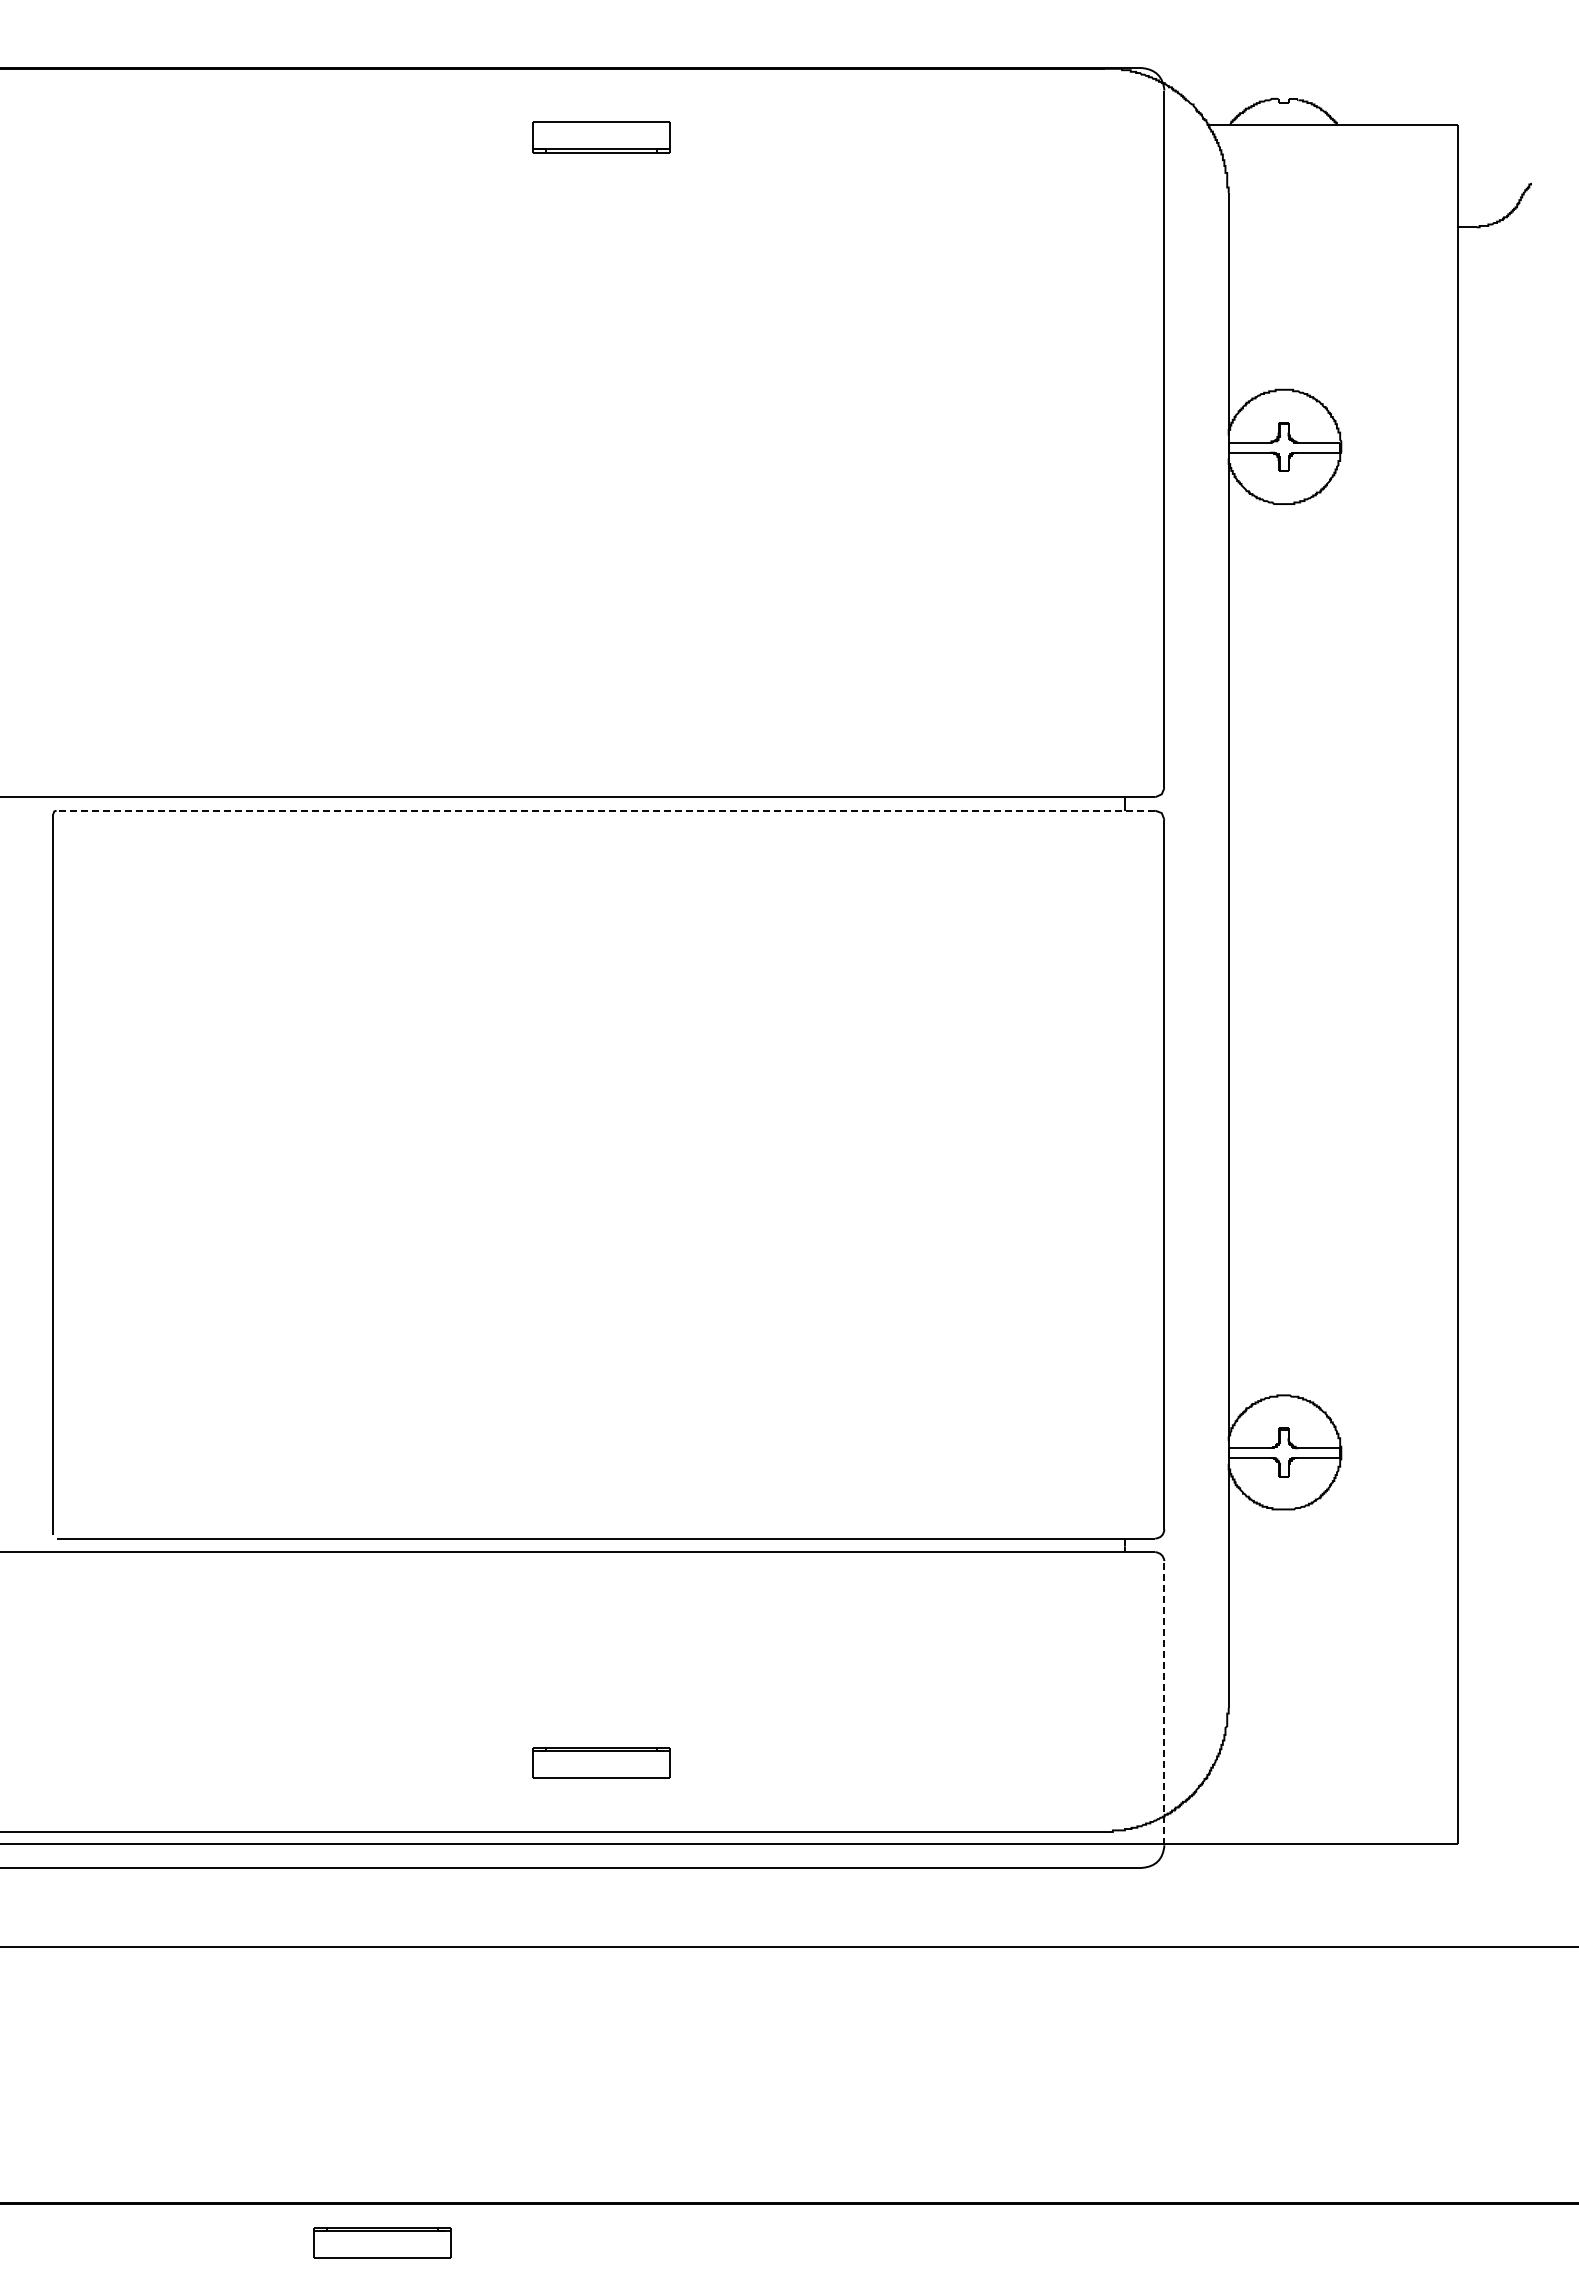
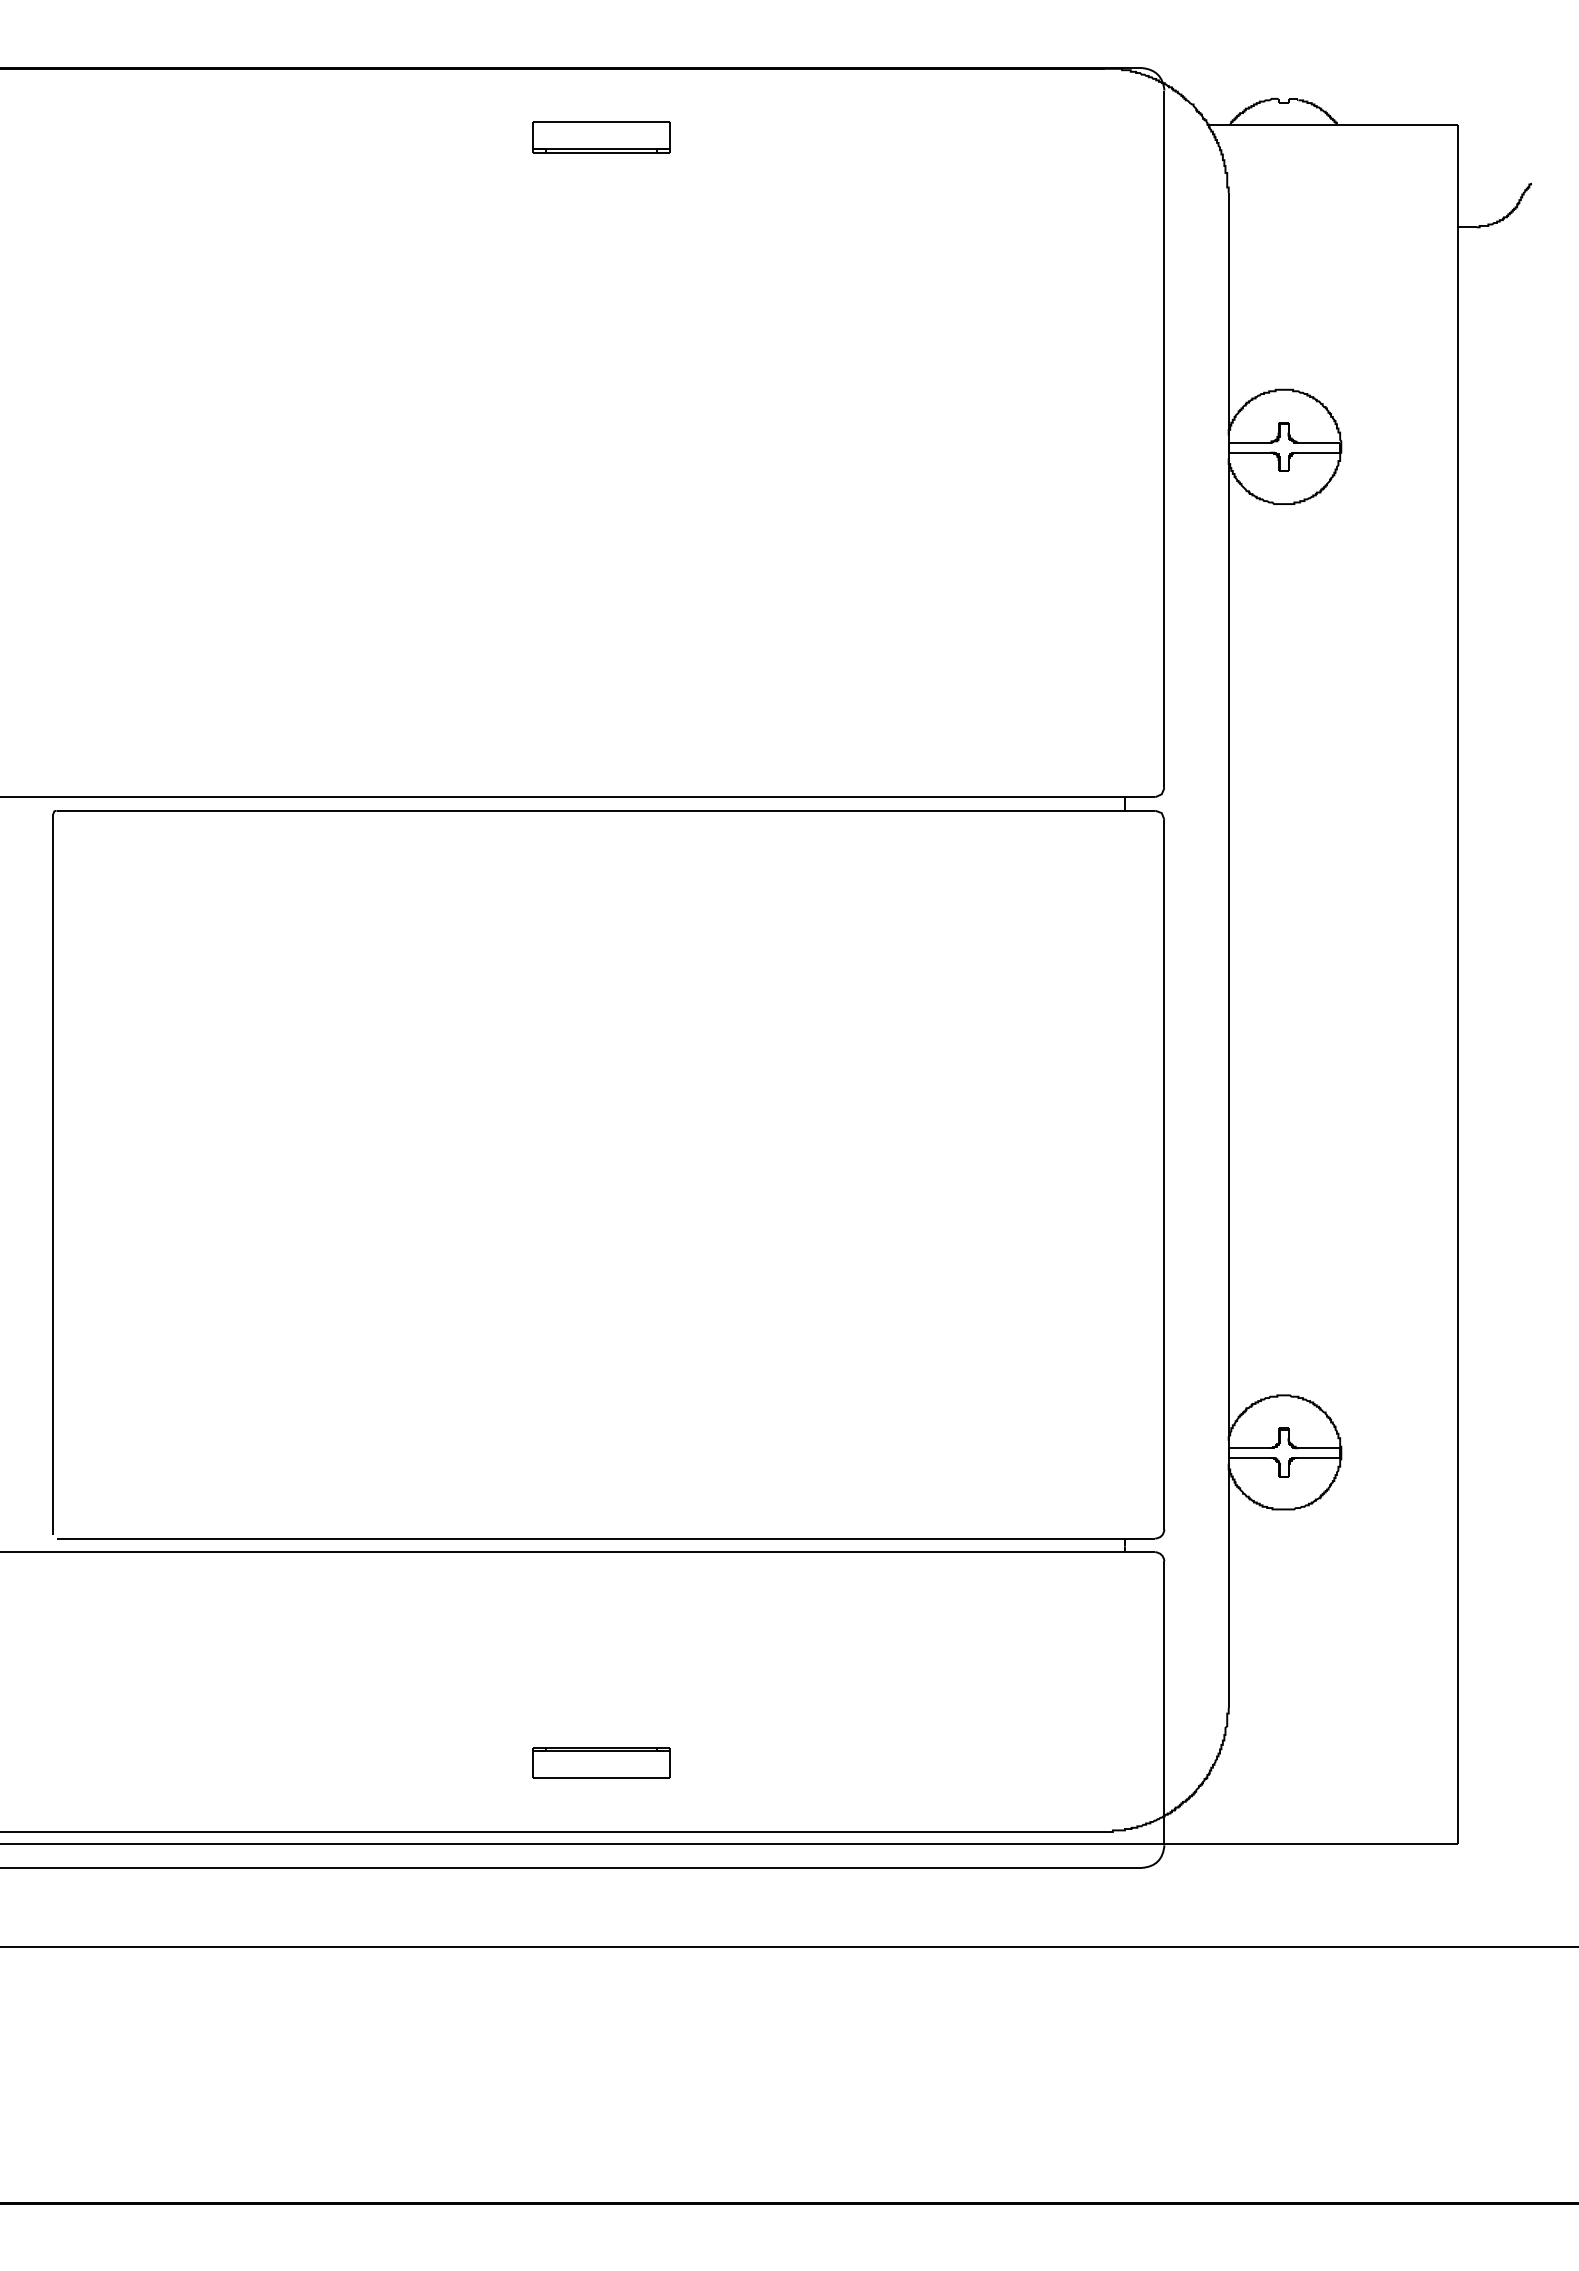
line at (605, 810): dashed -> solid
line at (1164, 1702): dashed -> solid
part at (382, 2242): present -> none
